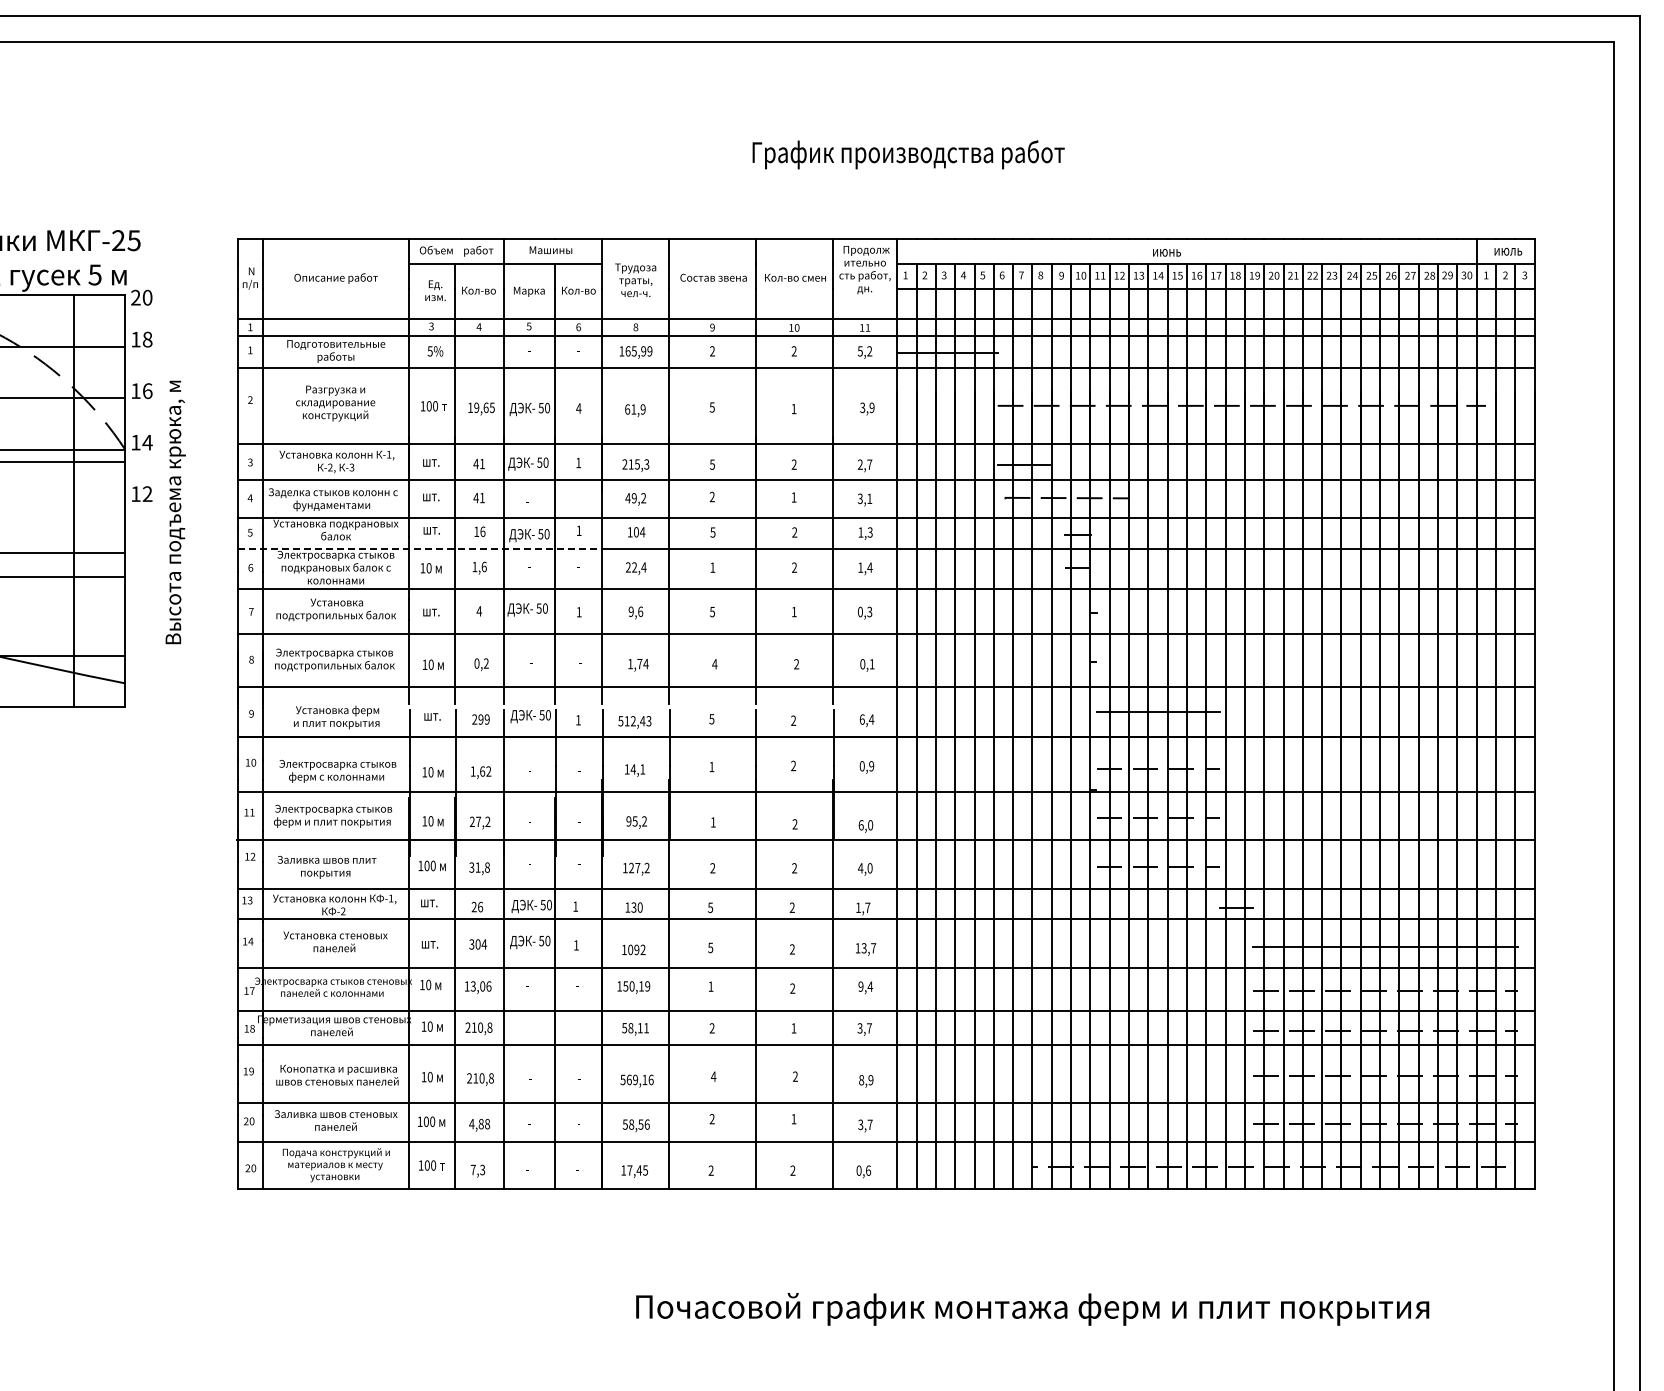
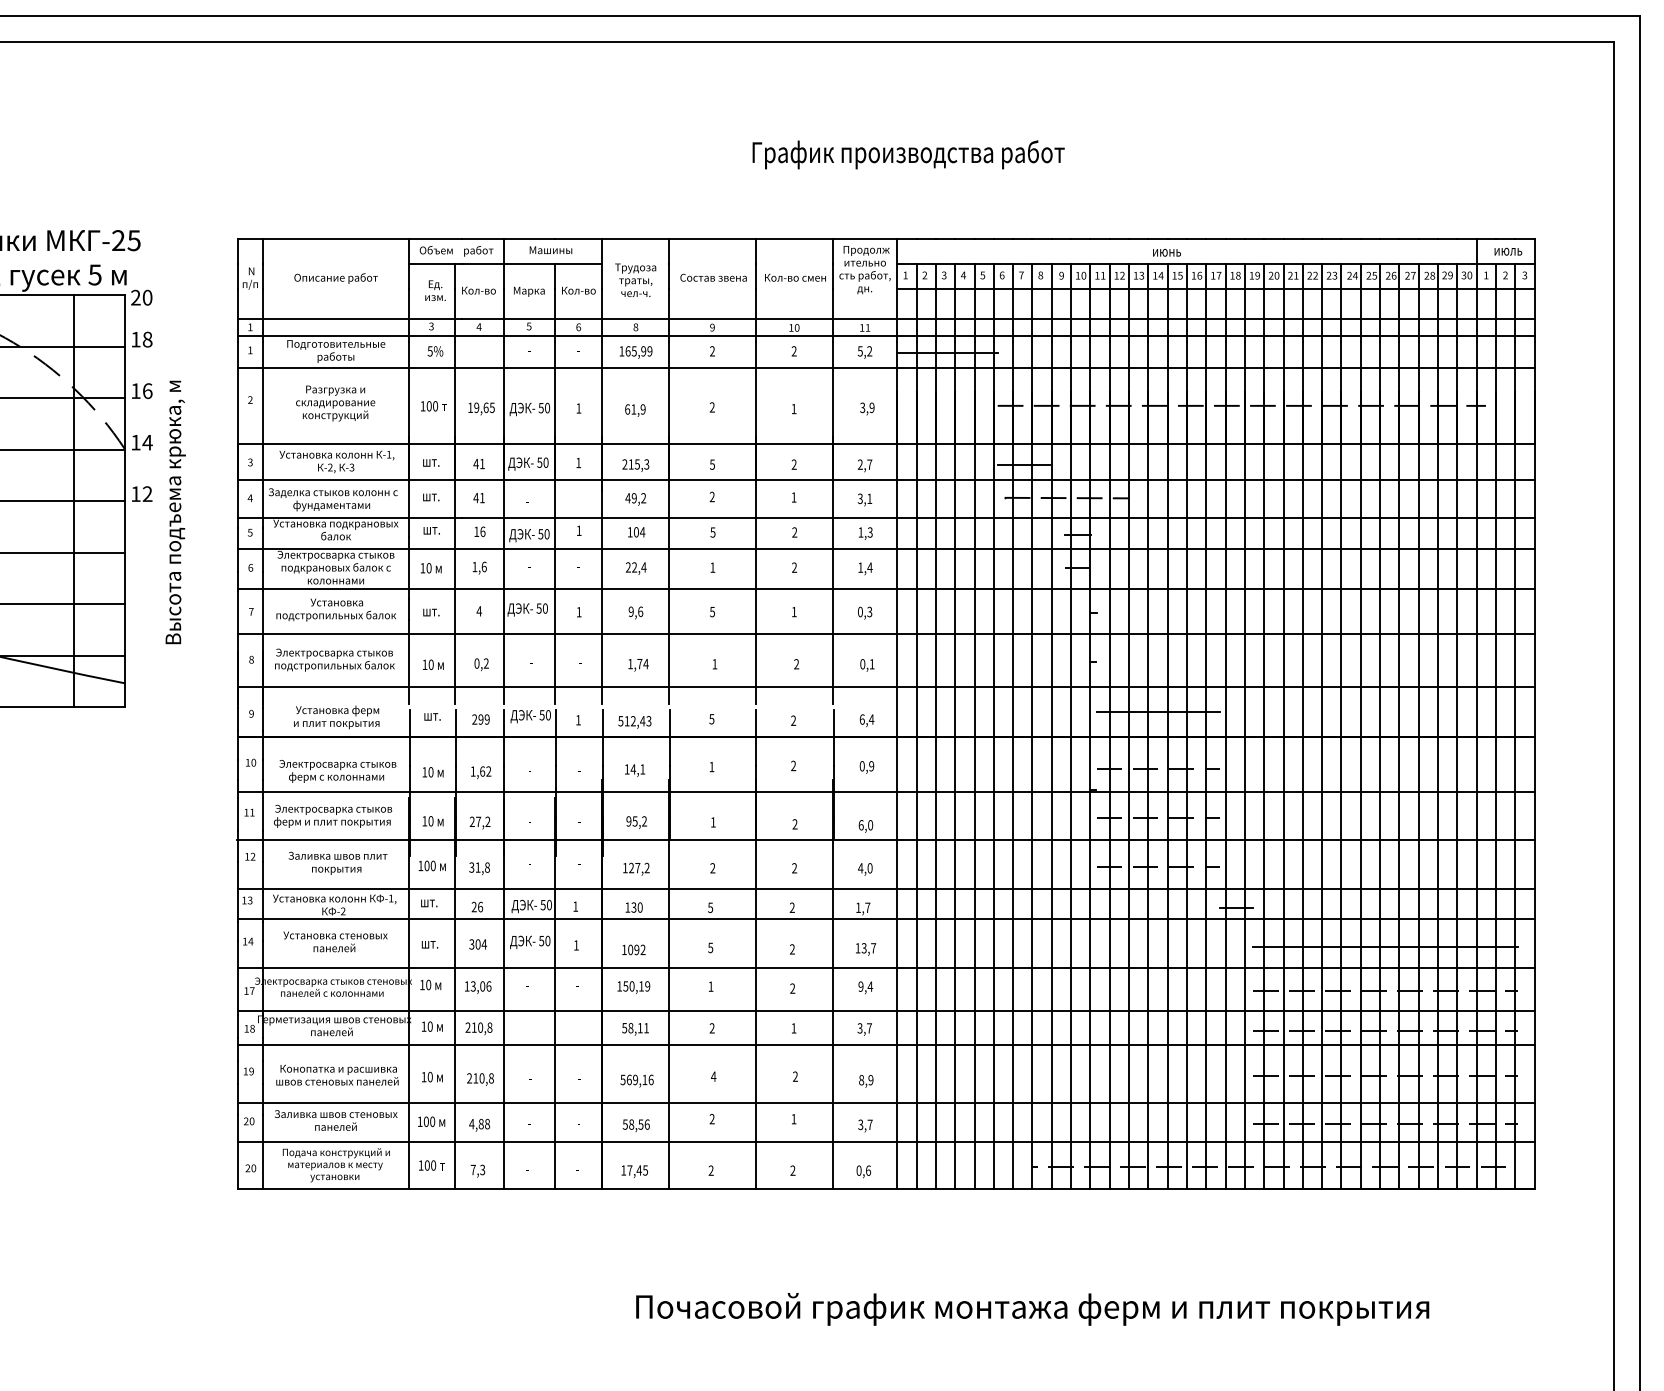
text at (711, 407): 5 -> 2
text at (578, 408): 4 -> 1
line at (63, 462) position: (63, 462) -> (63, 501)
line at (420, 548): dashed -> solid
line at (63, 577) position: (63, 577) -> (63, 604)
text at (714, 664): 4 -> 1
text at (326, 867) position: (326, 867) -> (337, 863)
